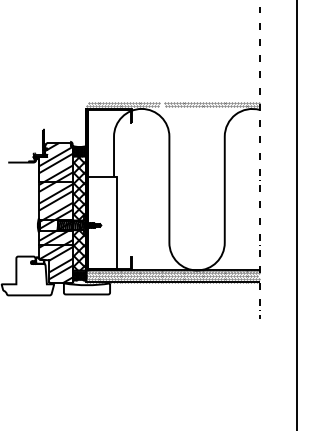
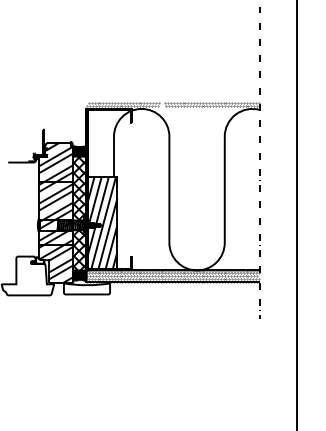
hatch at (102, 222): none -> present
